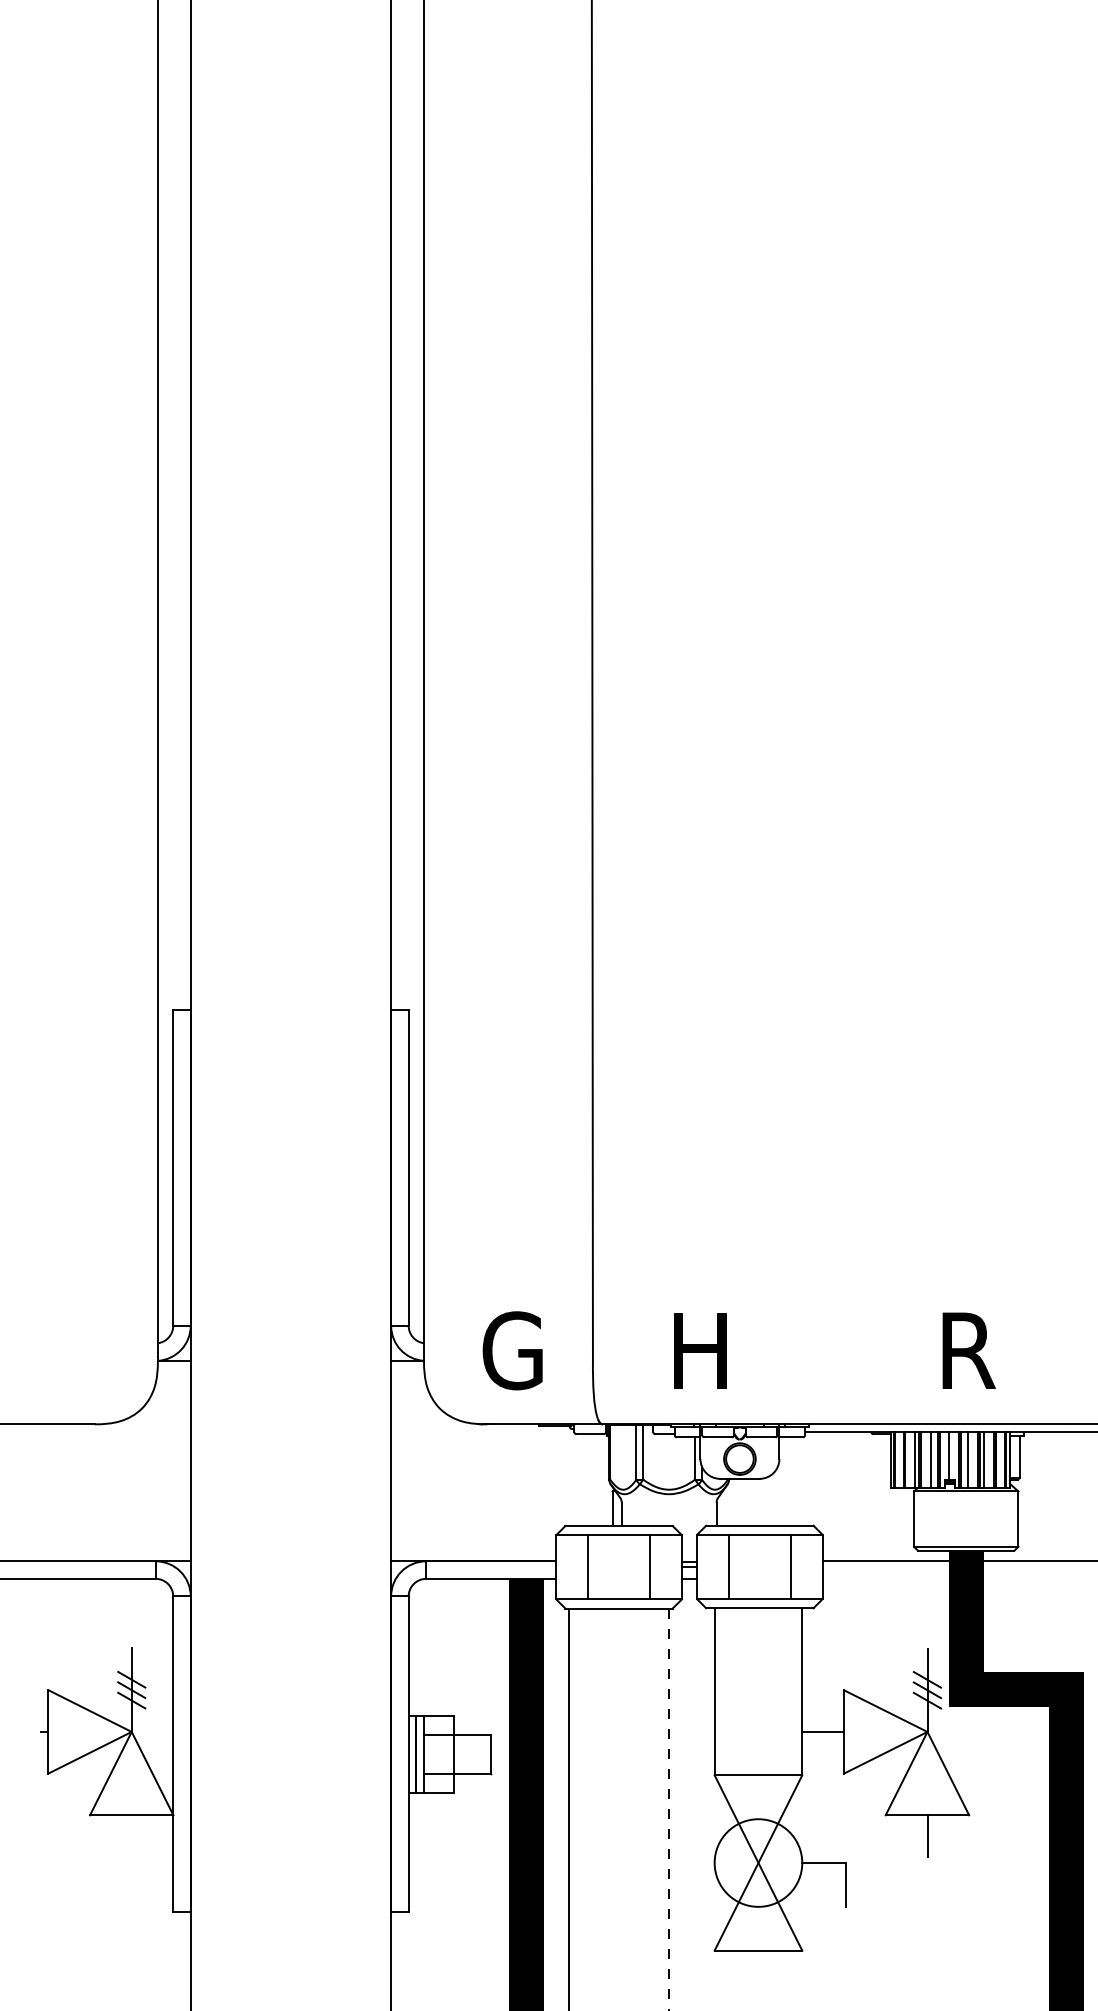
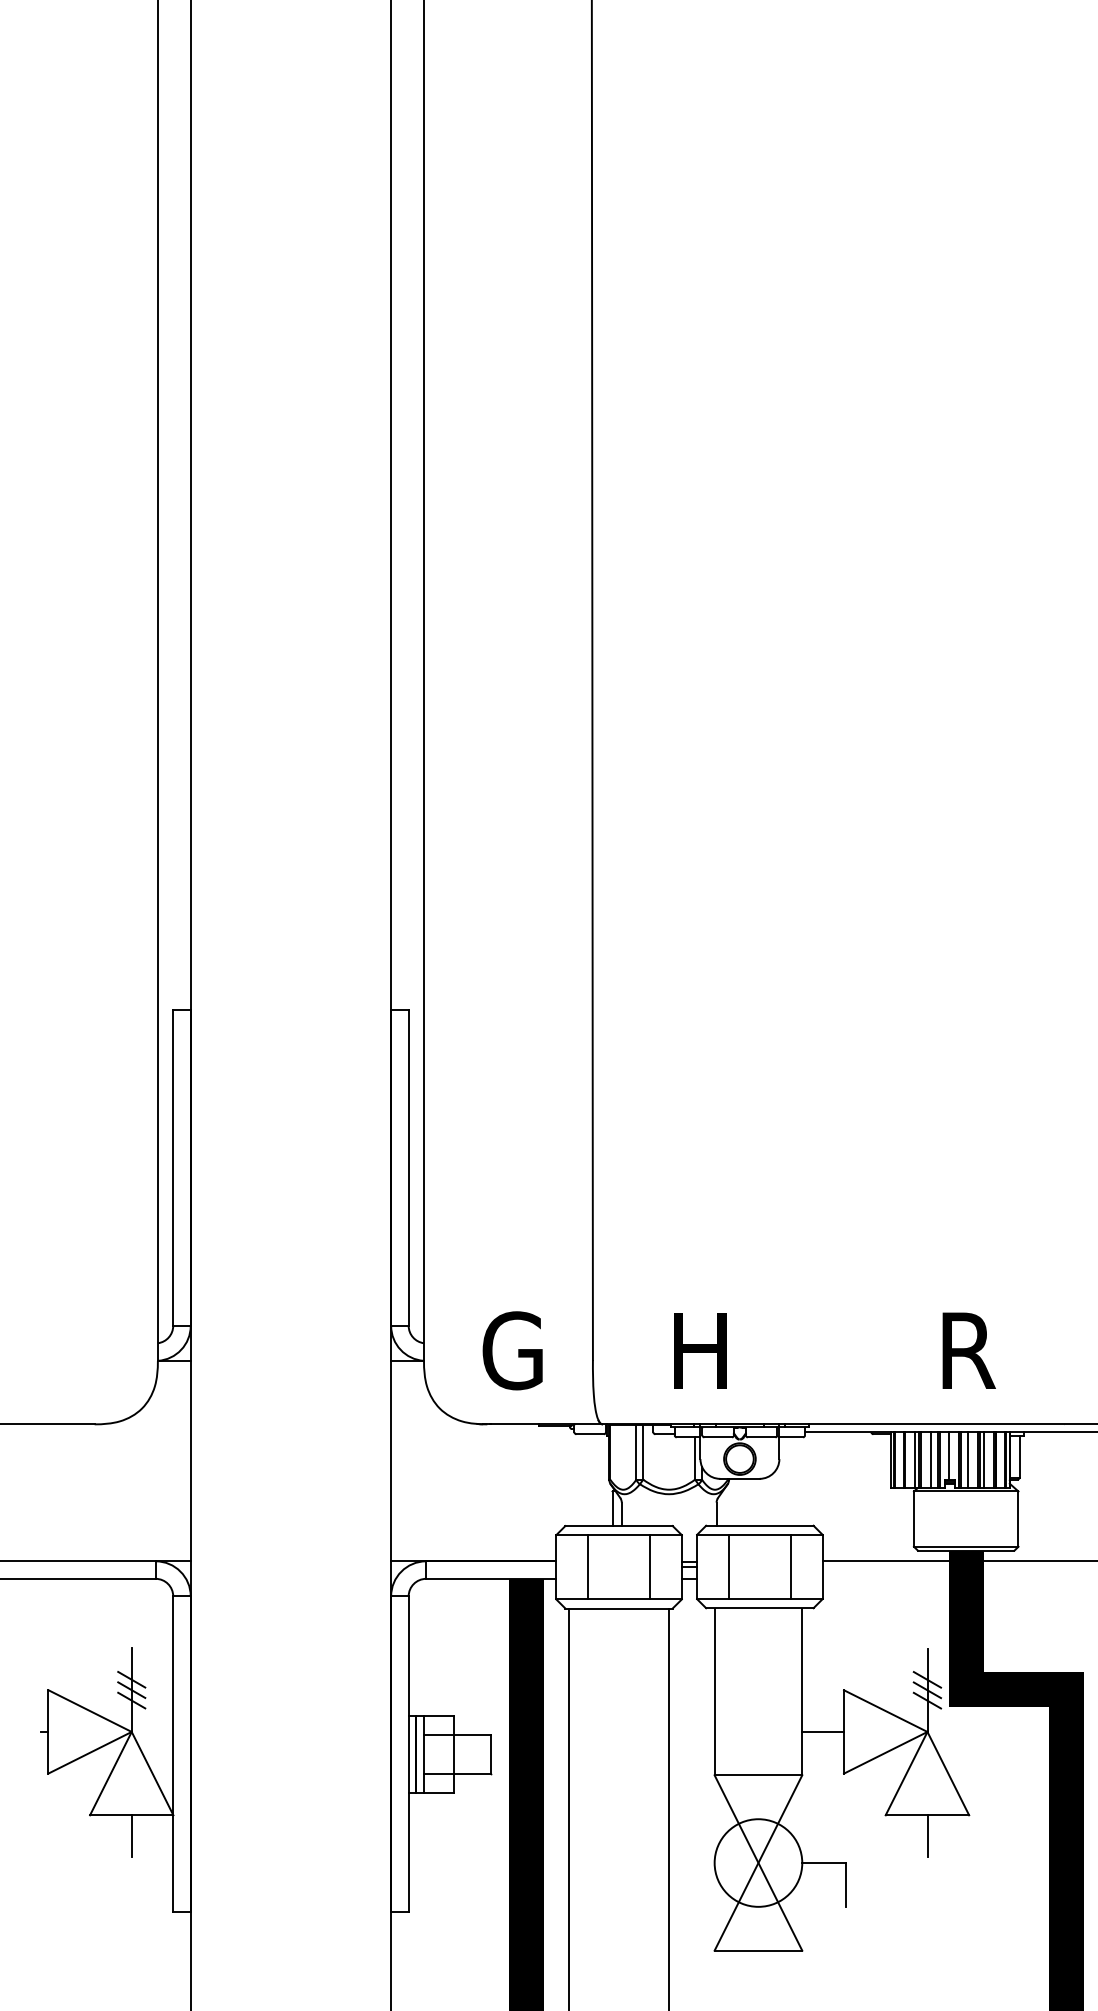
line at (669, 1809): dashed -> solid
line at (131, 1835): none -> present
